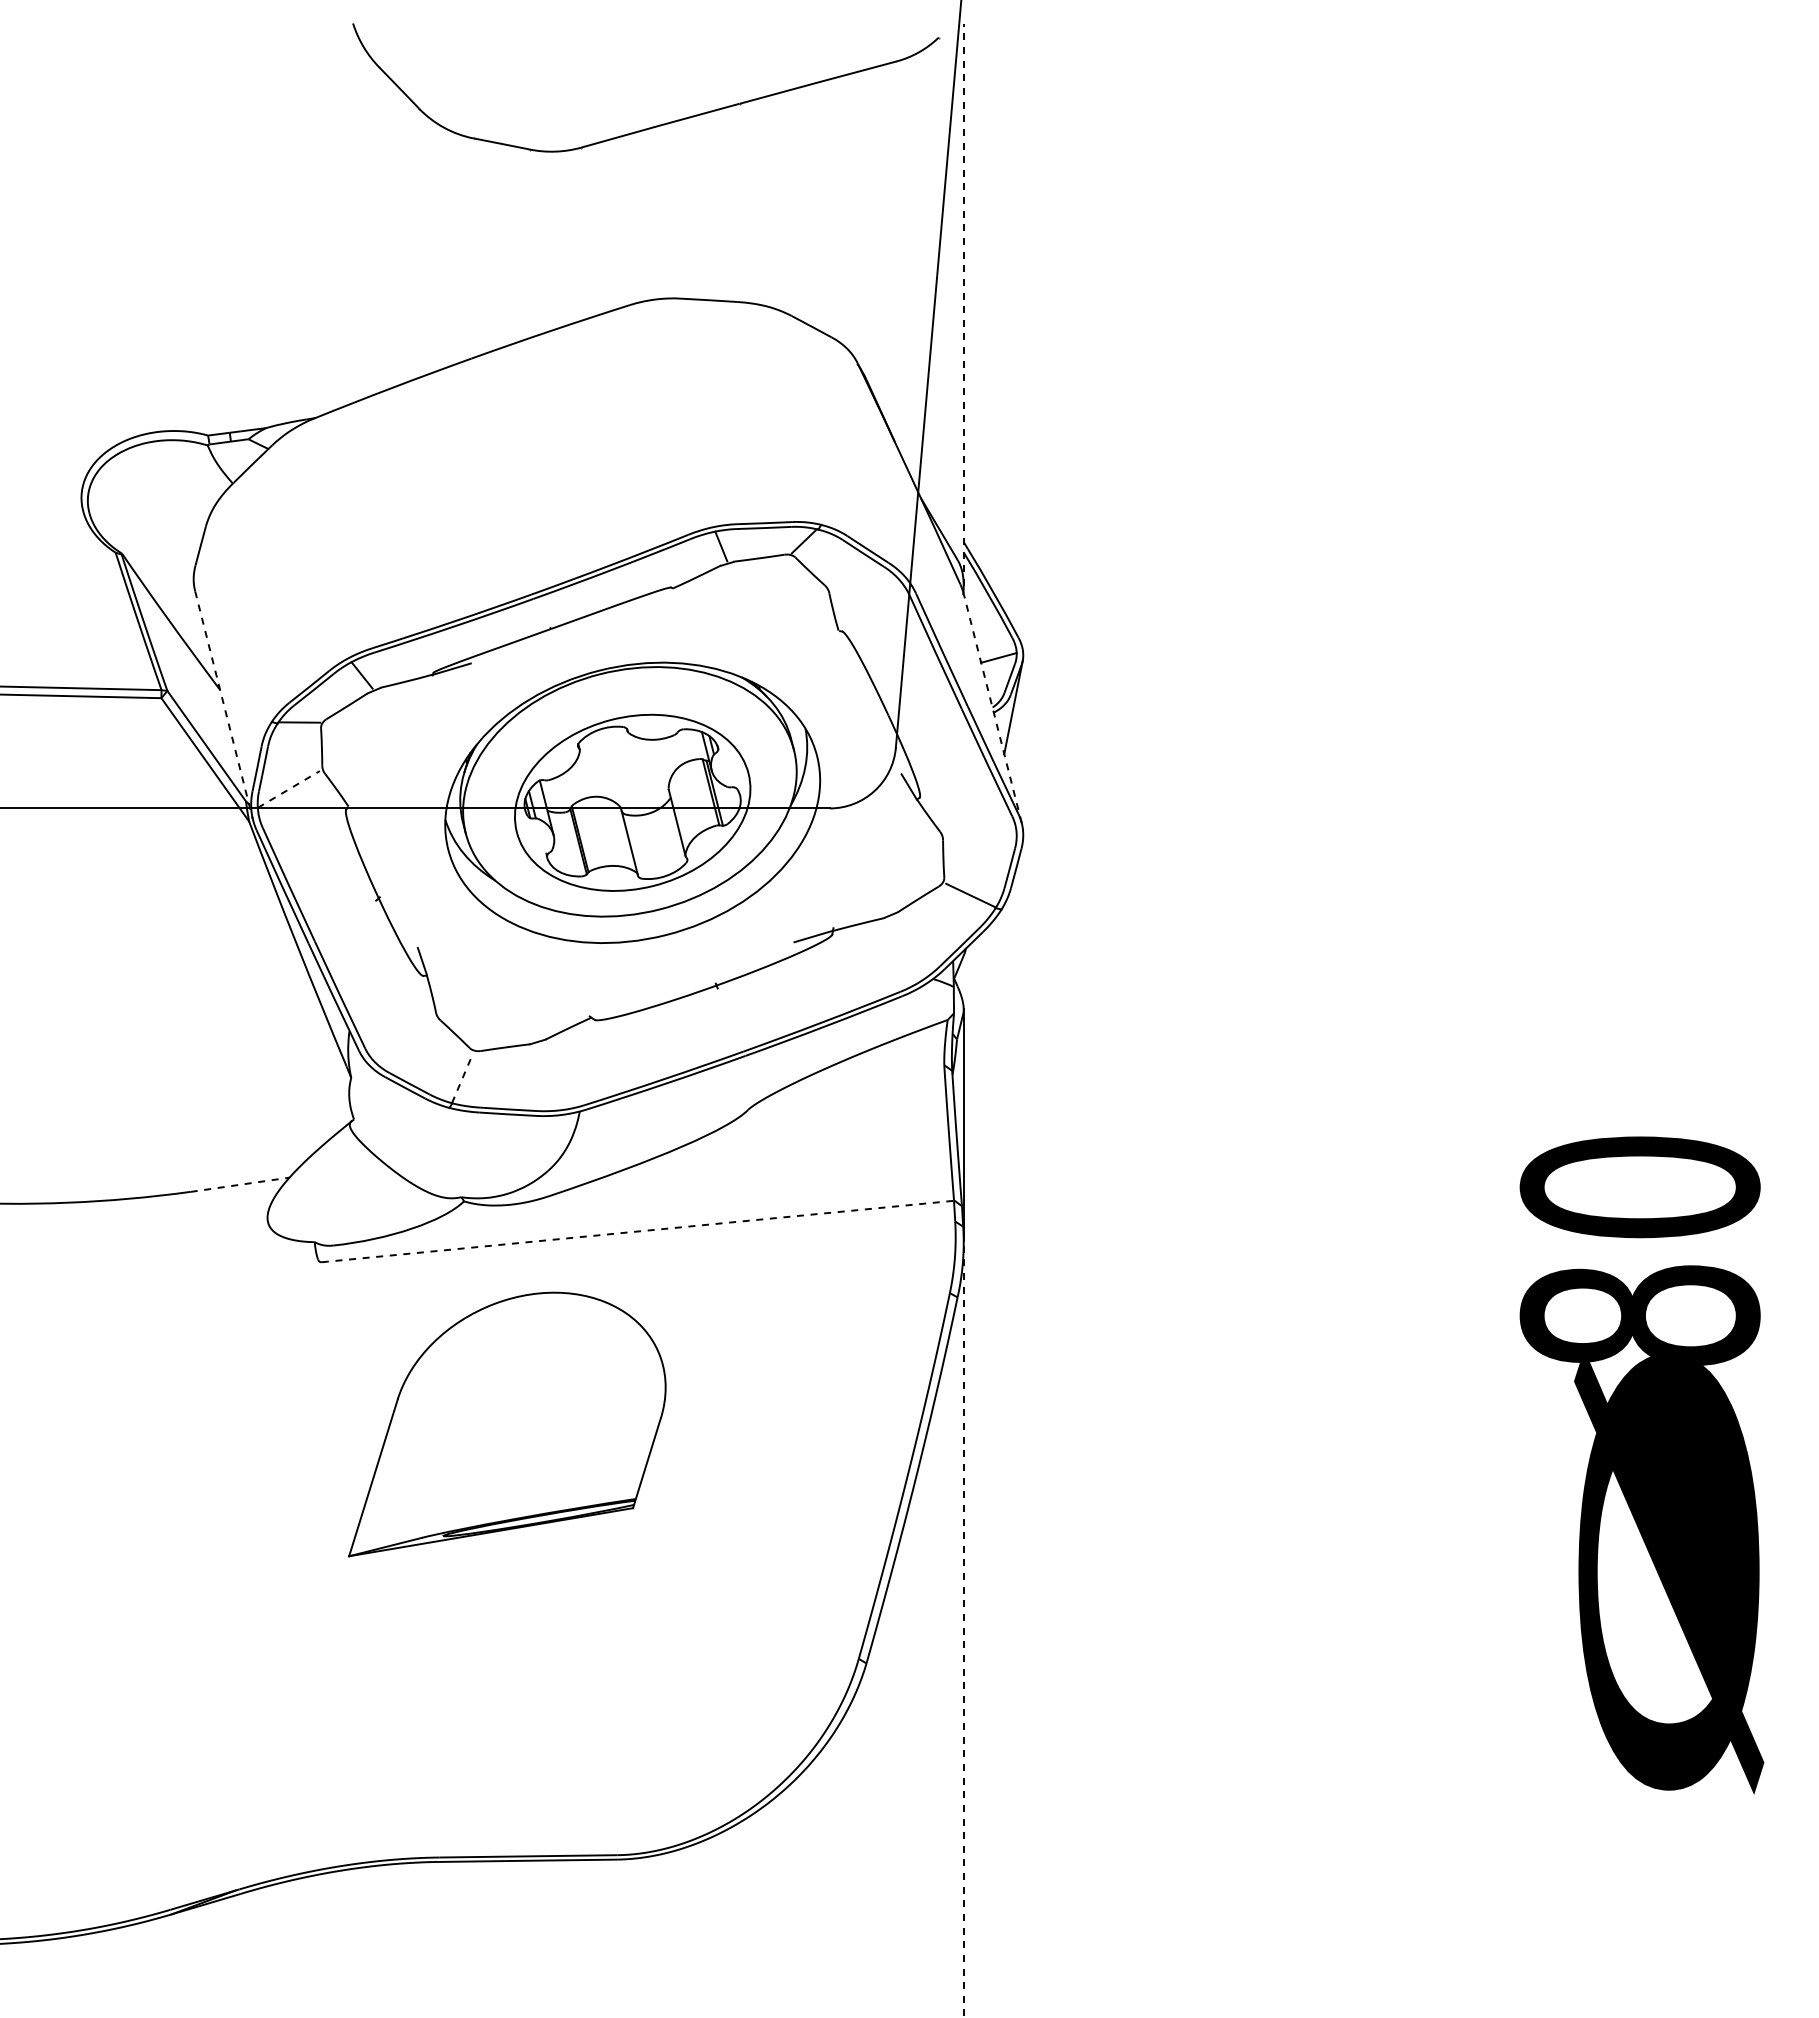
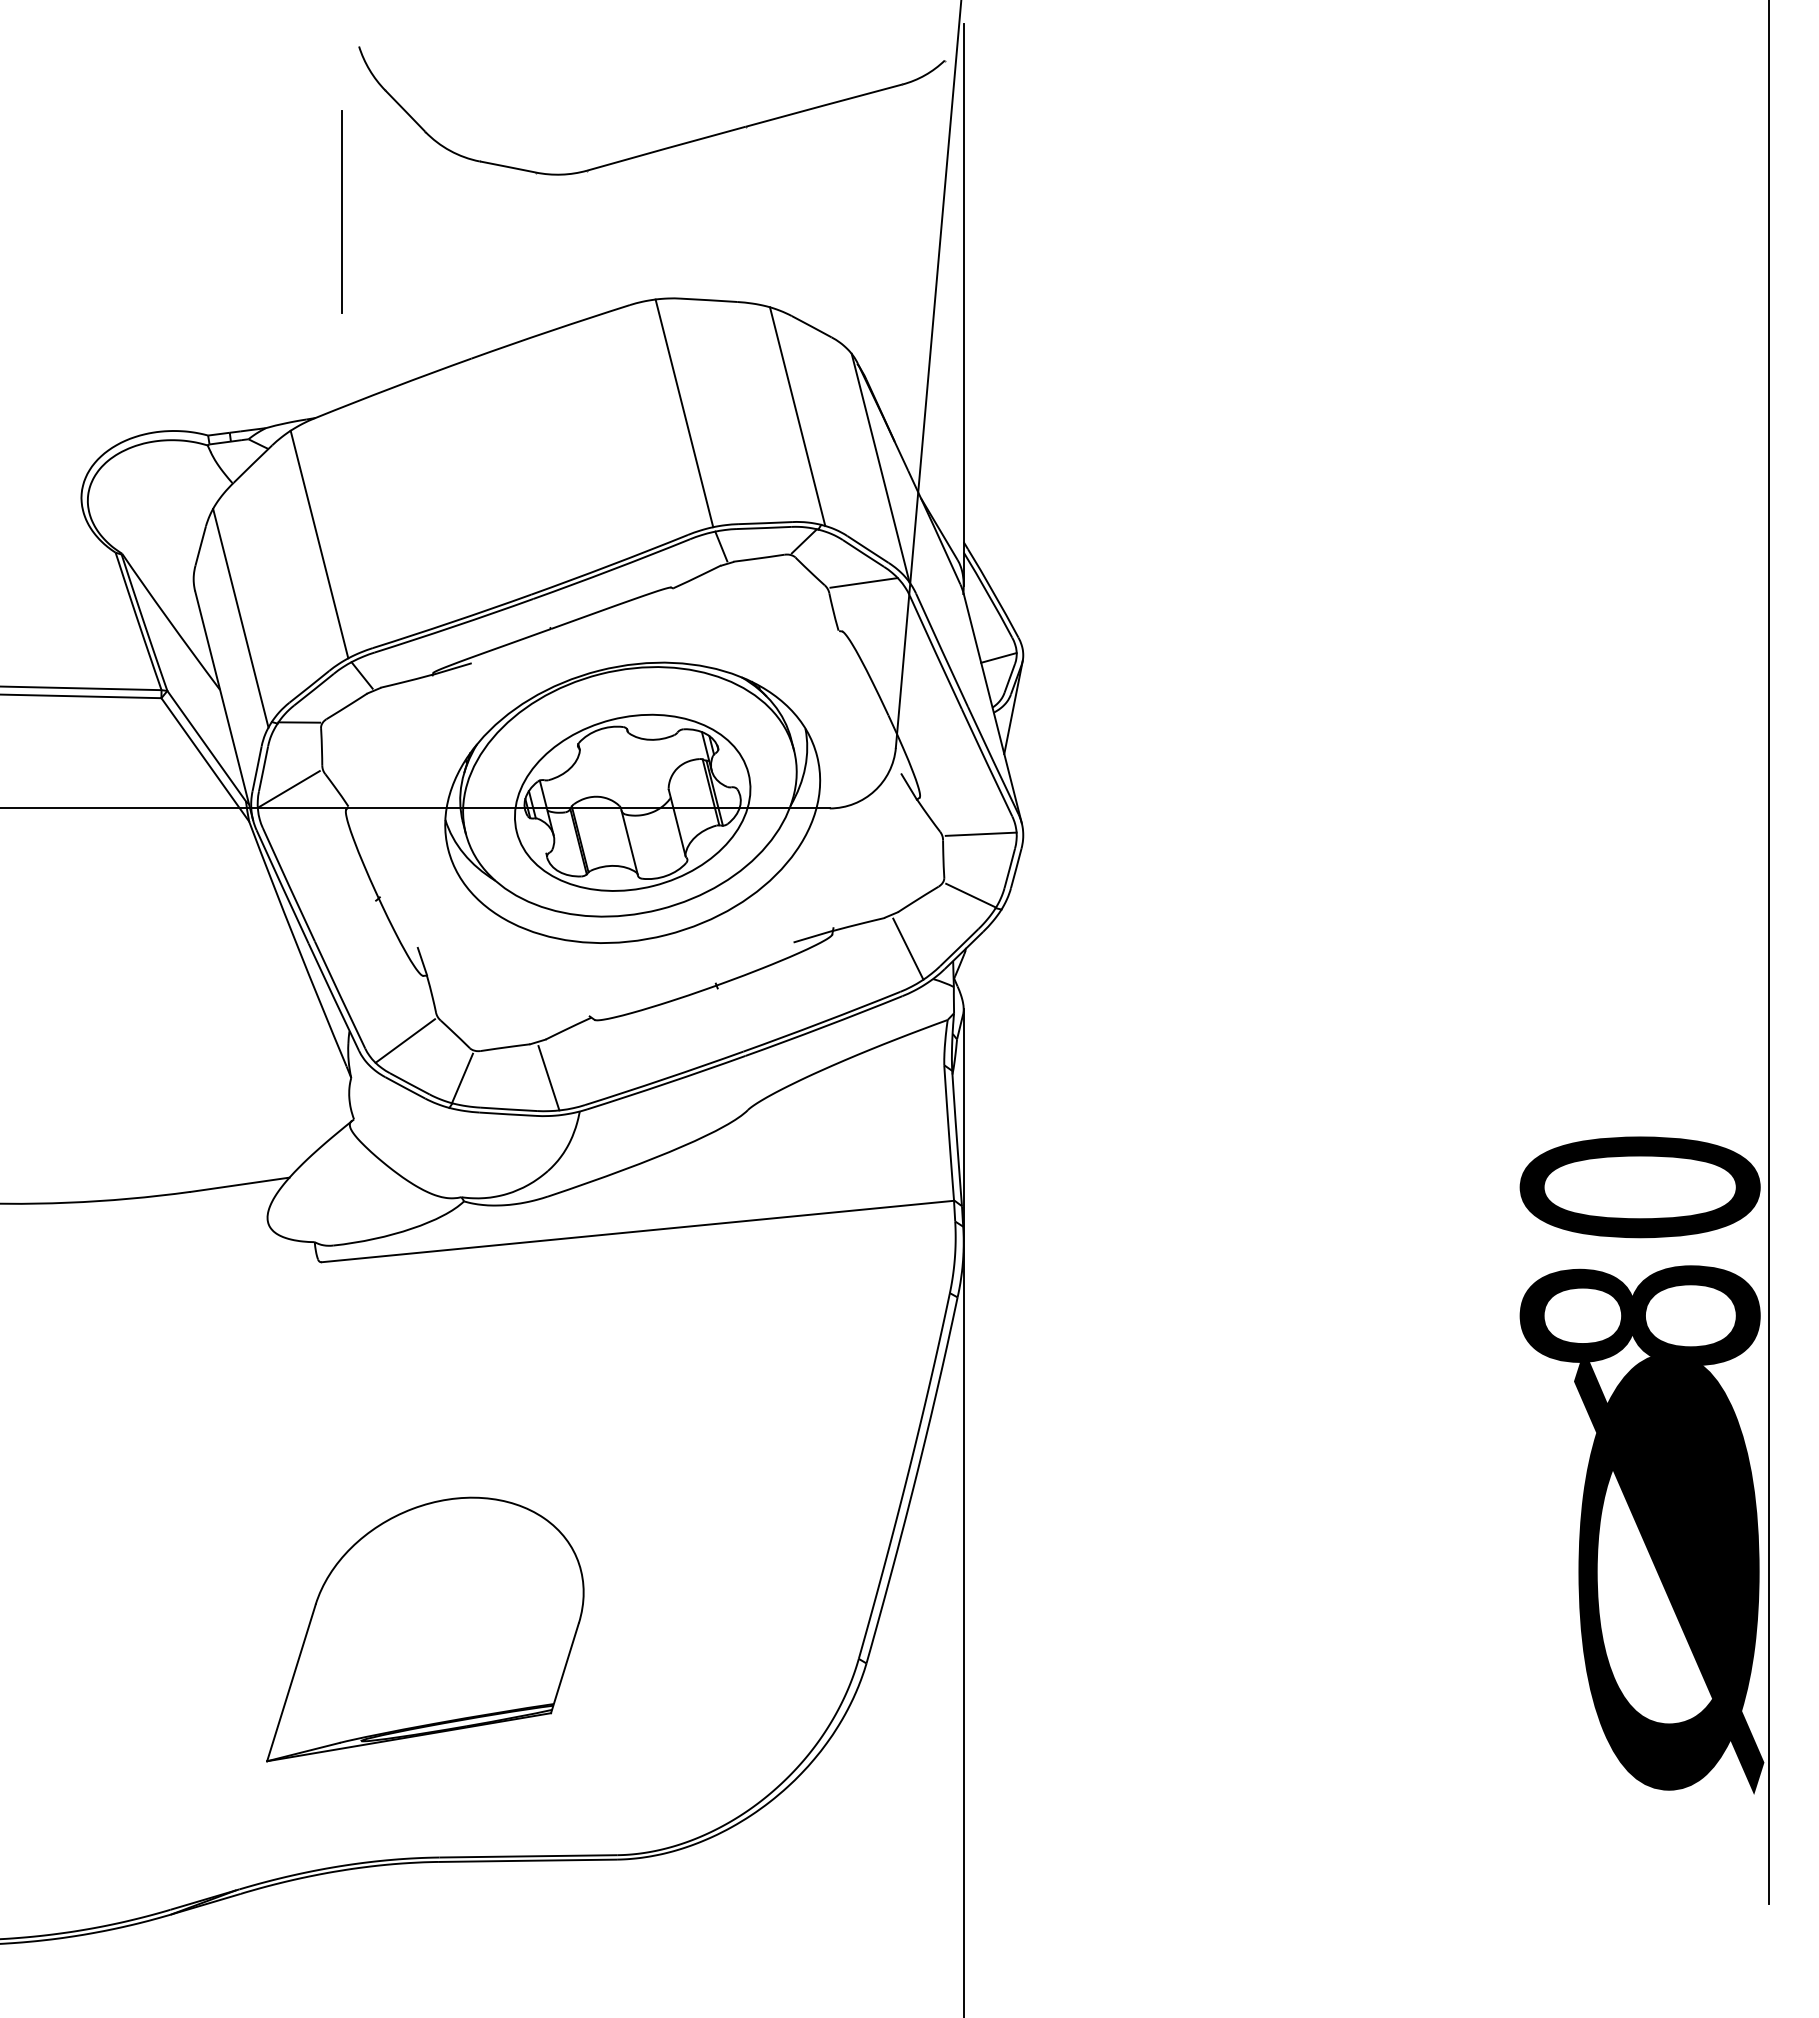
part at (655, 125) position: (655, 125) -> (661, 148)
line at (342, 211): none -> present
line at (963, 305): dashed -> solid
line at (684, 413): none -> present
line at (797, 416): none -> present
line at (880, 467): none -> present
line at (319, 544): none -> present
line at (863, 582): none -> present
line at (240, 617): none -> present
line at (224, 705): dashed -> solid
line at (992, 708): dashed -> solid
line at (289, 789): dashed -> solid
line at (980, 833): none -> present
line at (908, 948): none -> present
line at (1768, 953): none -> present
line at (405, 1040): none -> present
line at (462, 1078): dashed -> solid
line at (548, 1078): none -> present
line at (240, 1184): dashed -> solid
line at (637, 1231): dashed -> solid
part at (507, 1424) position: (507, 1424) -> (425, 1629)
line at (963, 1628): dashed -> solid
